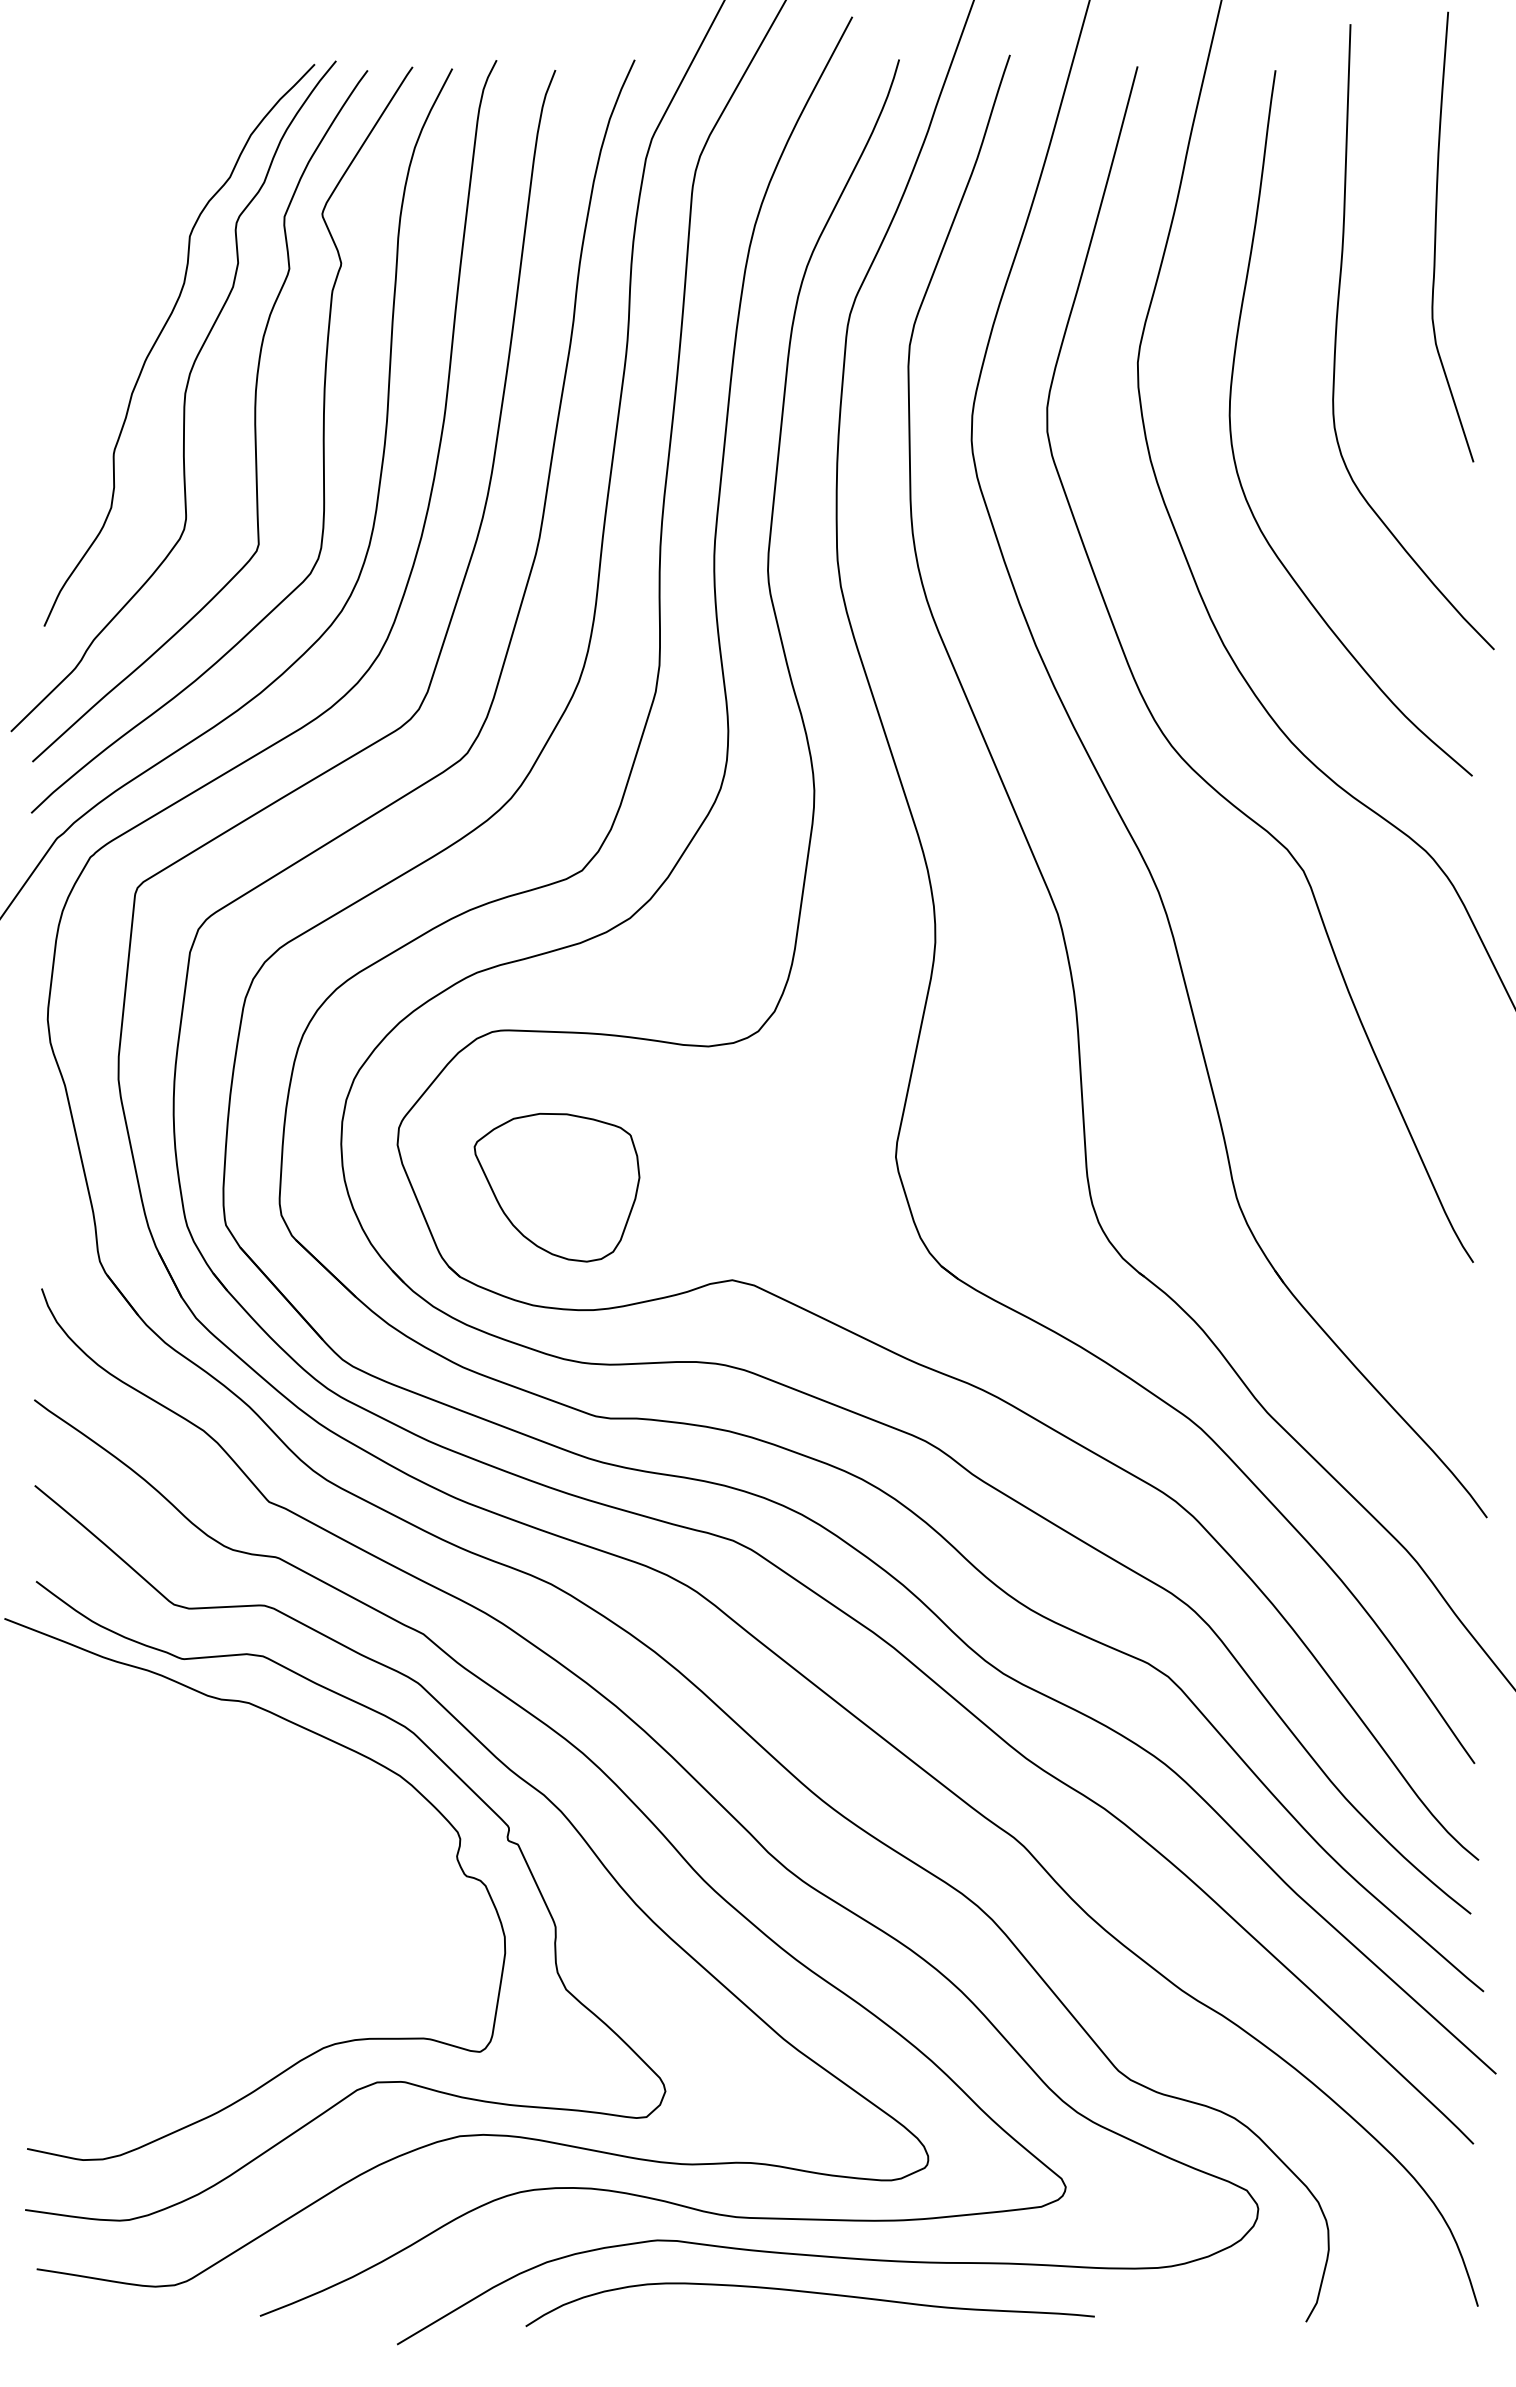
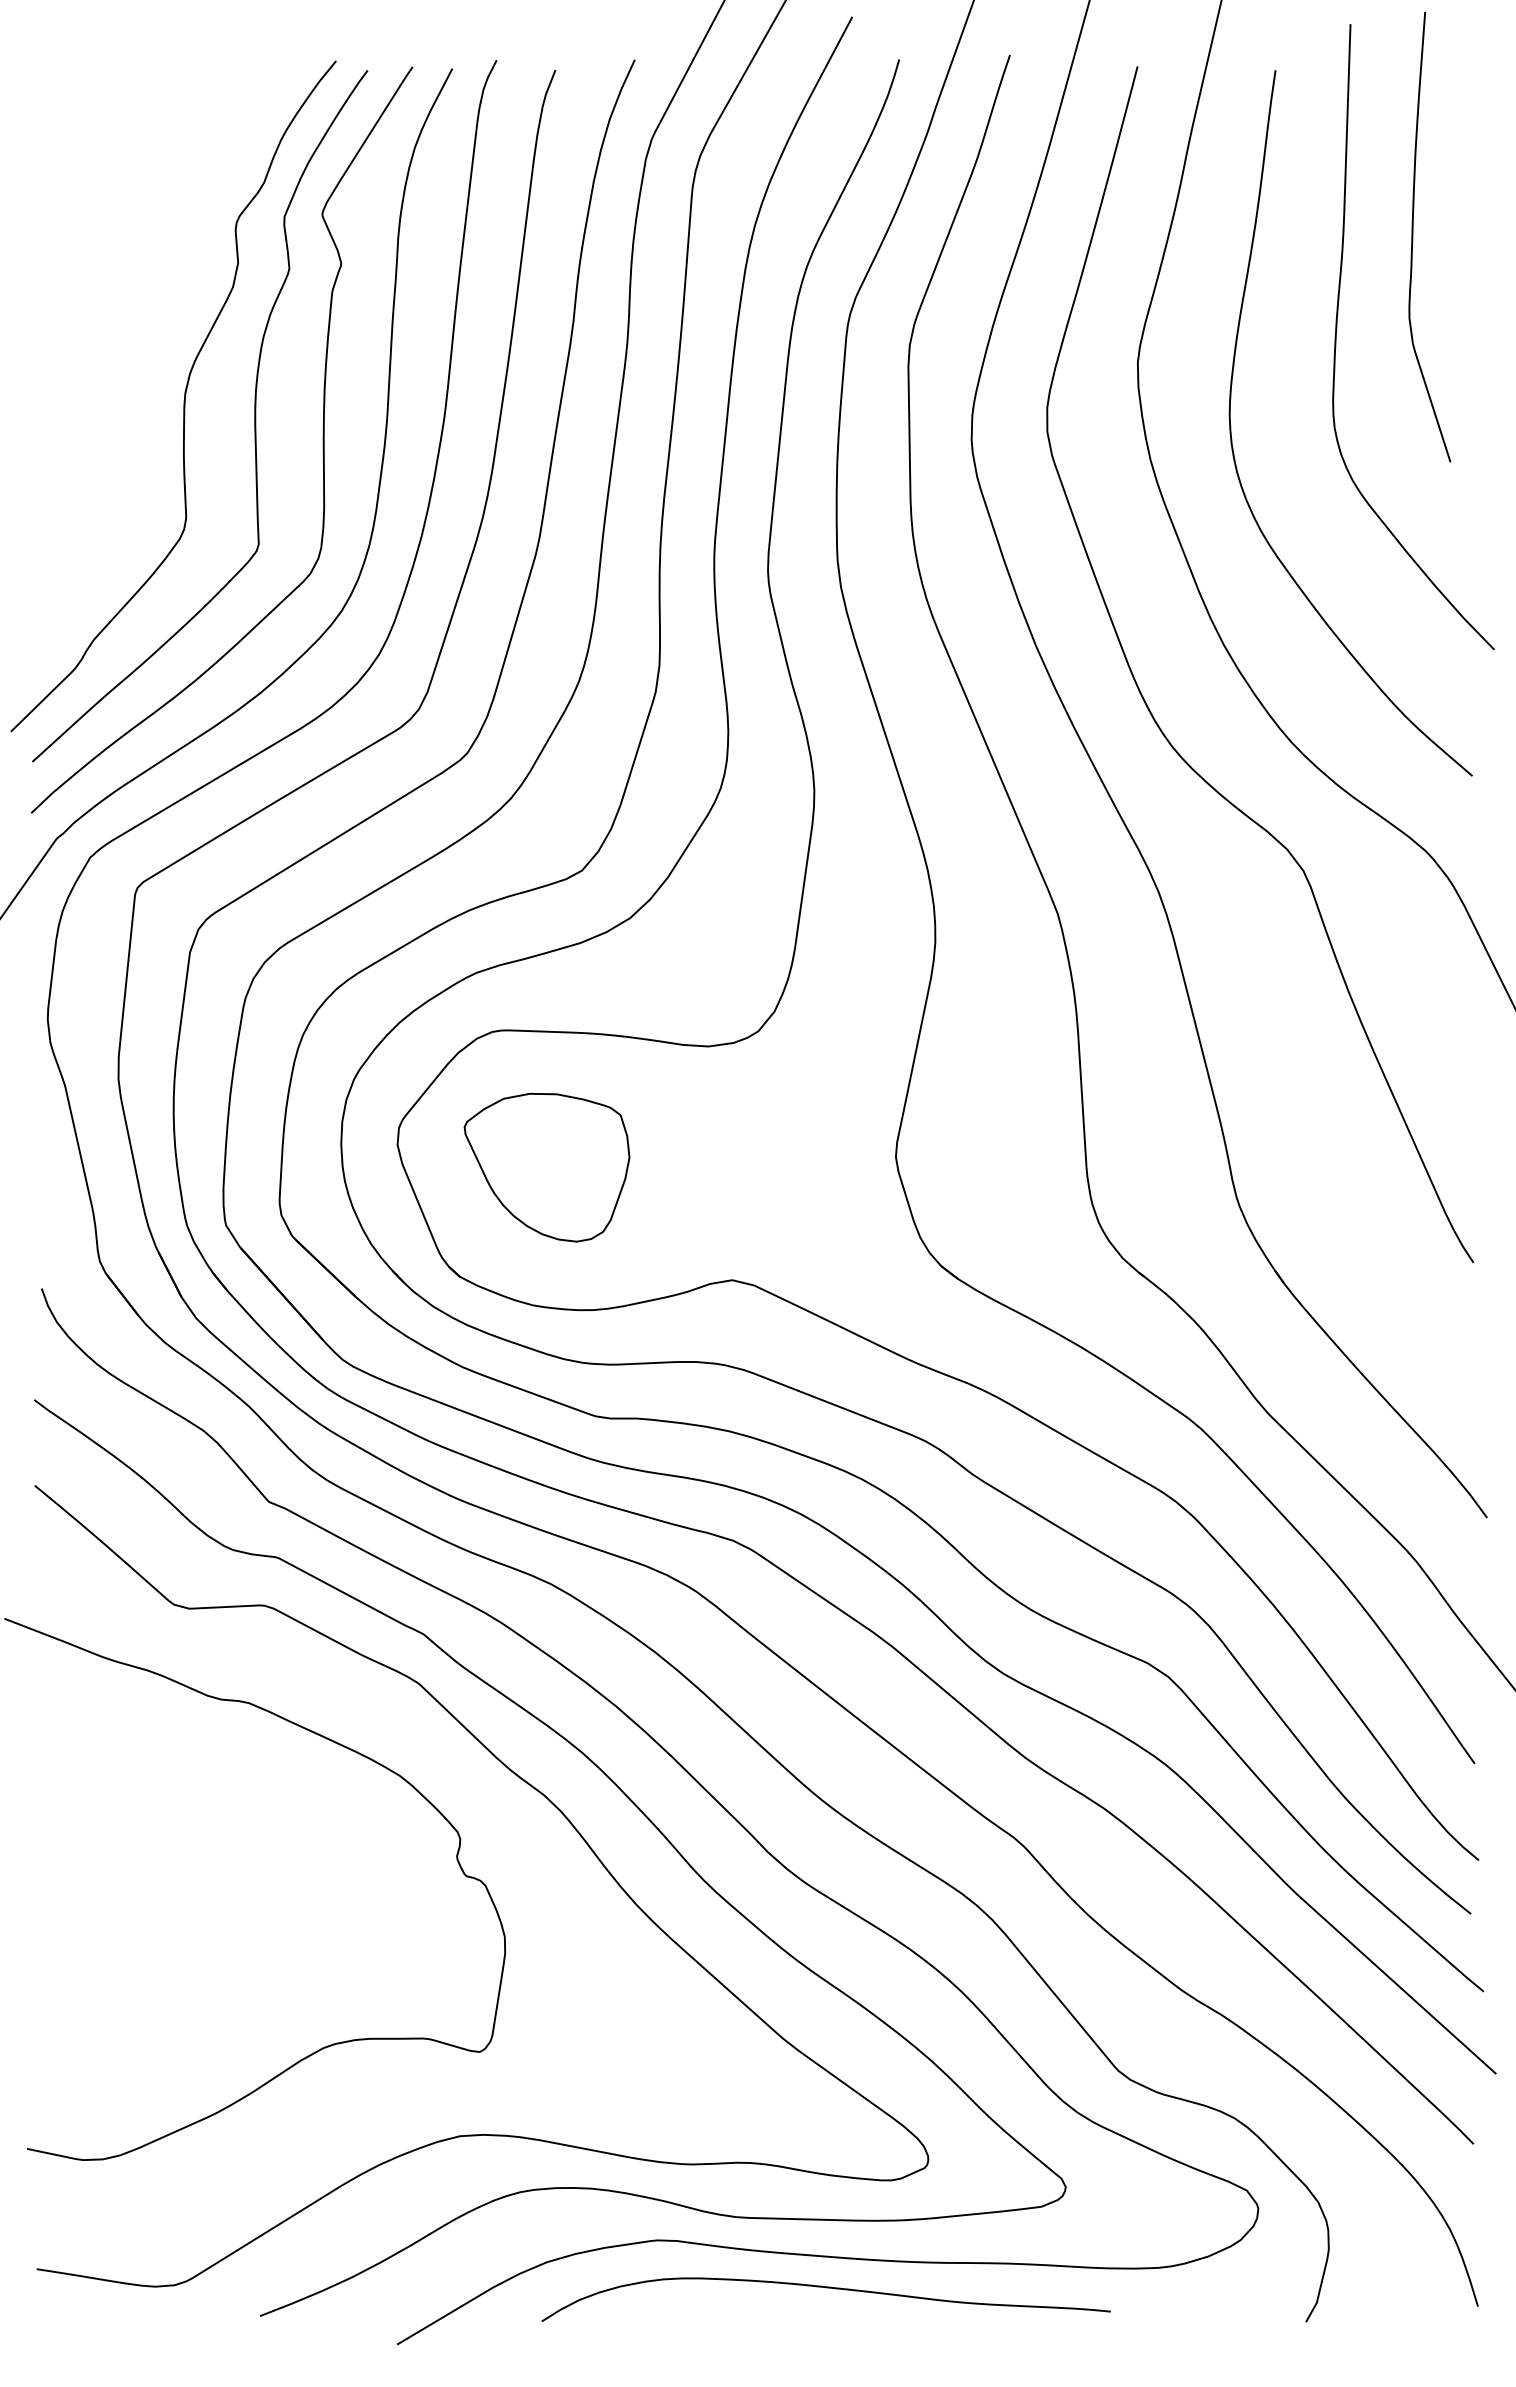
curve at (1436, 236) position: (1436, 236) -> (1413, 236)
curve at (160, 335): present -> none
part at (556, 1187) position: (556, 1187) -> (546, 1167)
curve at (463, 1783): present -> none
curve at (809, 2293) position: (809, 2293) -> (825, 2288)
